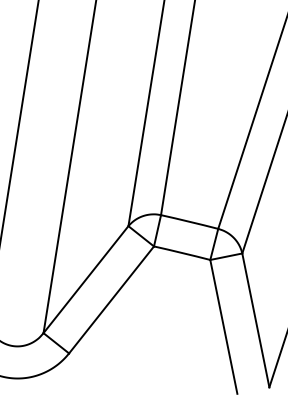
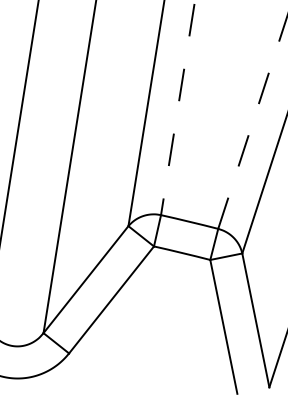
line at (177, 108): solid -> dashed
line at (253, 121): solid -> dashed
